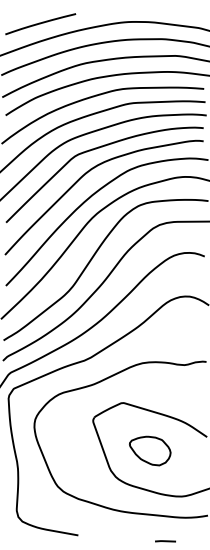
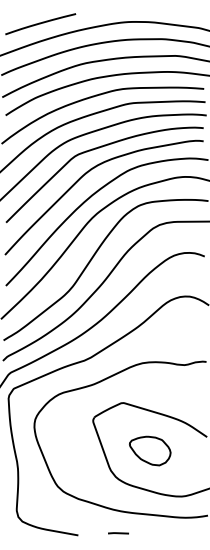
line at (165, 541) position: (165, 541) -> (118, 533)
